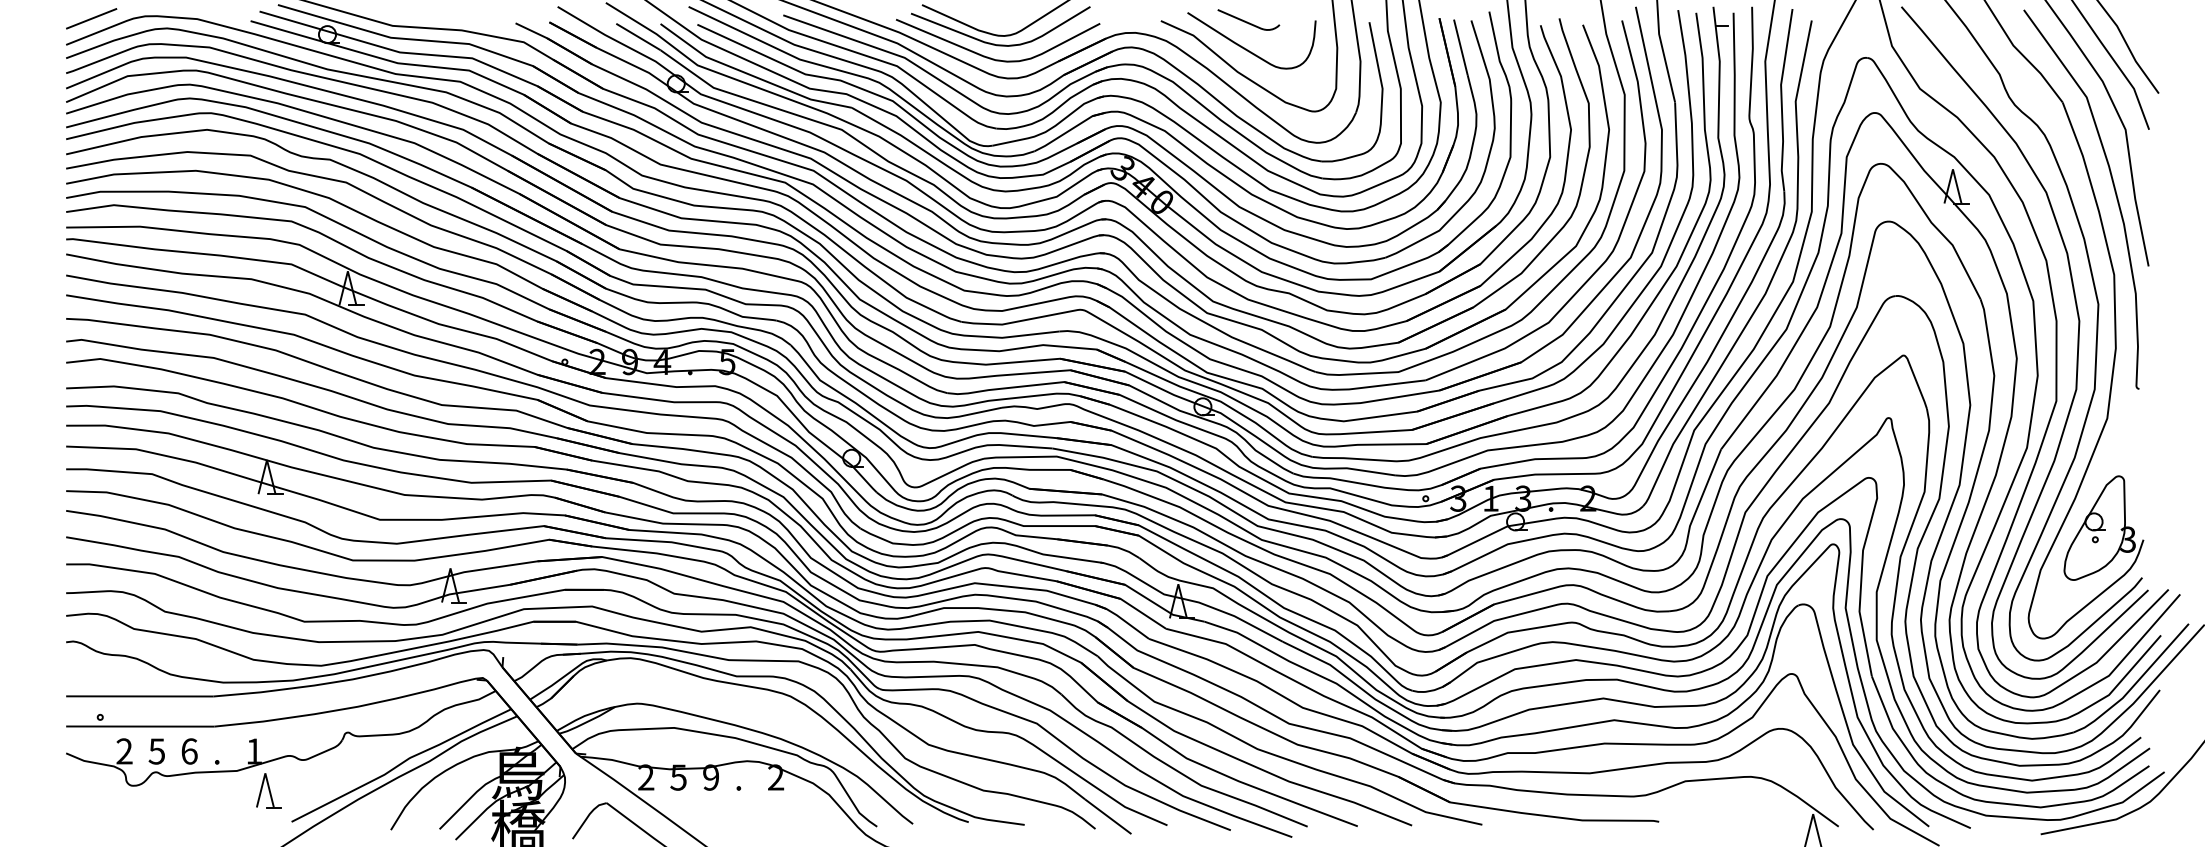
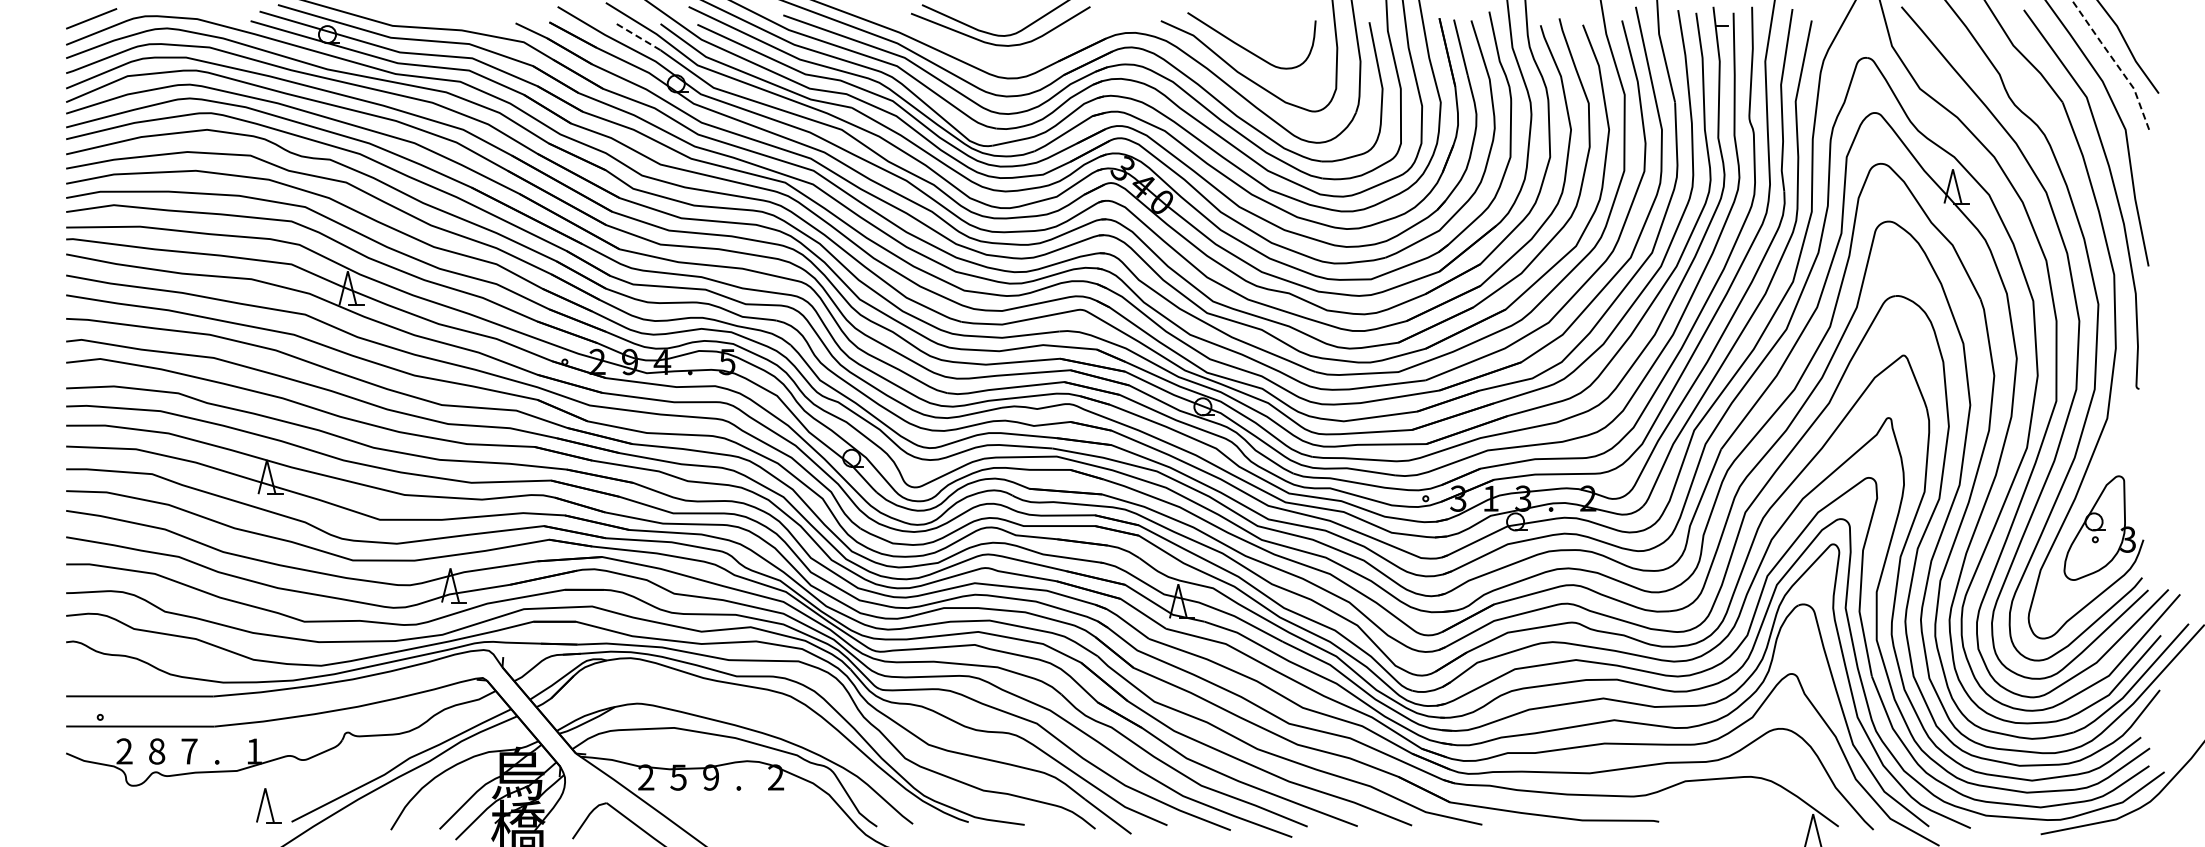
part at (1248, 19): present -> none
line at (638, 36): solid -> dashed
curve at (994, 58): present -> none
line at (2115, 62): solid -> dashed
text at (156, 751): 5 -> 8
text at (189, 751): 6 -> 7
part at (268, 790) position: (268, 790) -> (268, 805)
